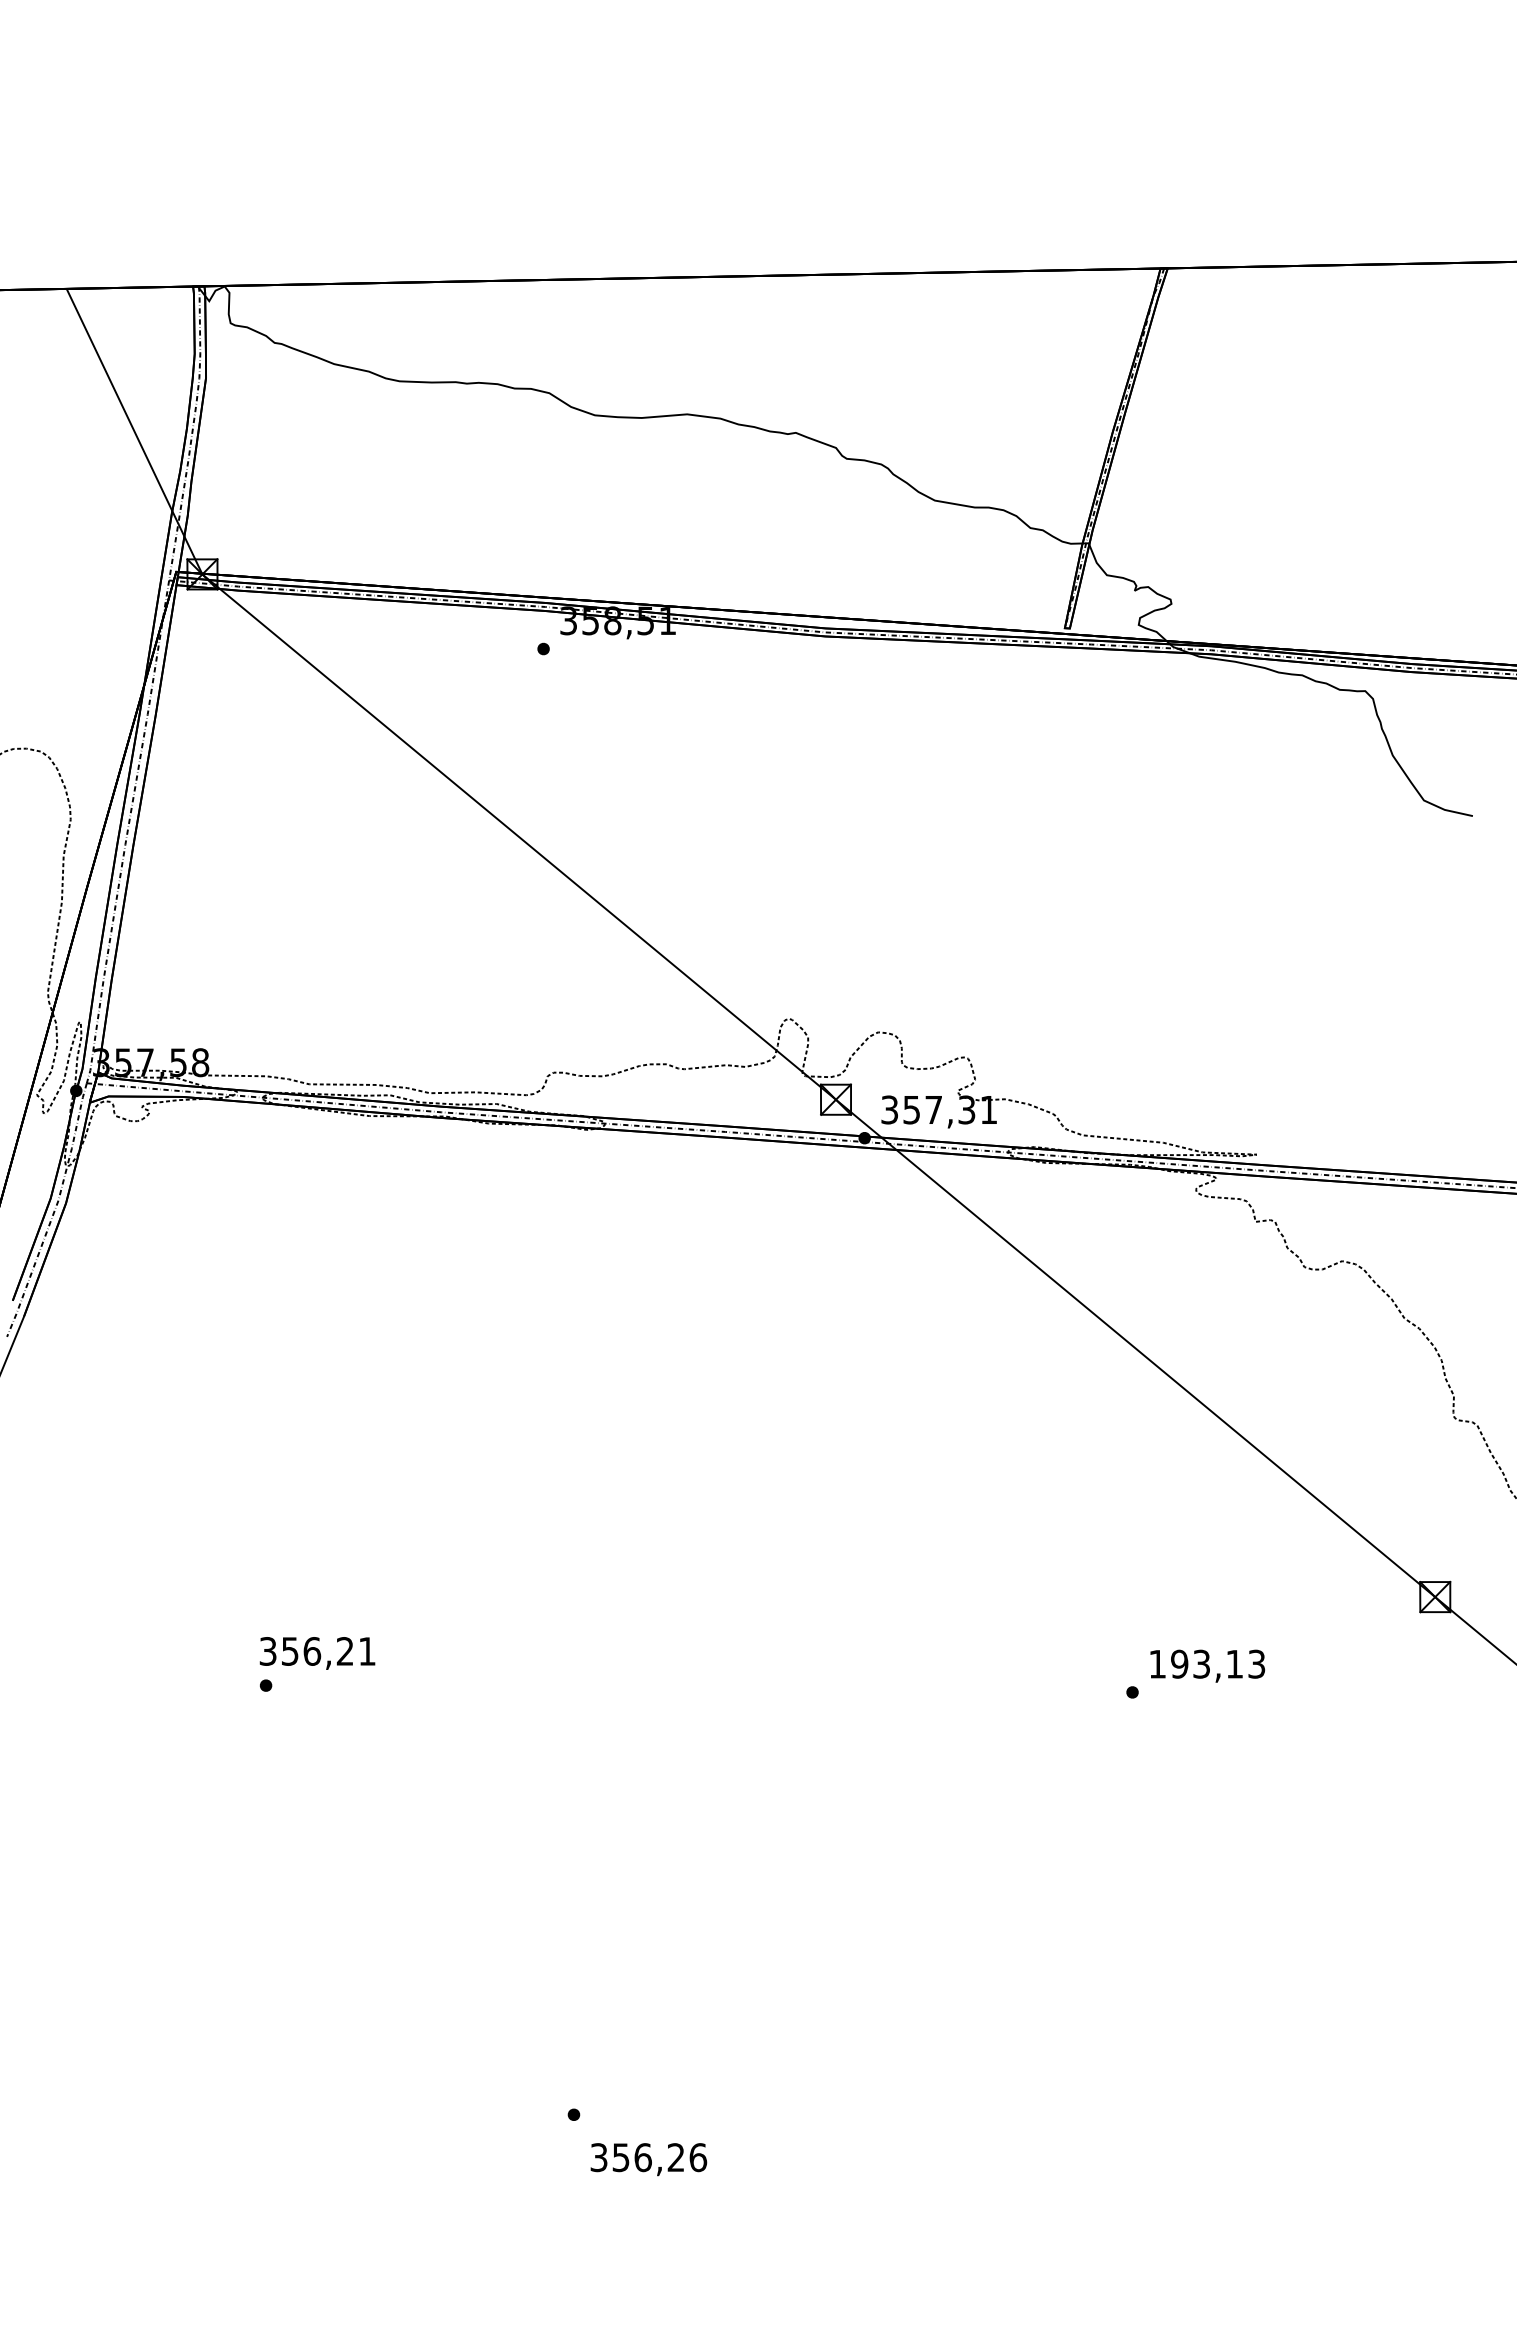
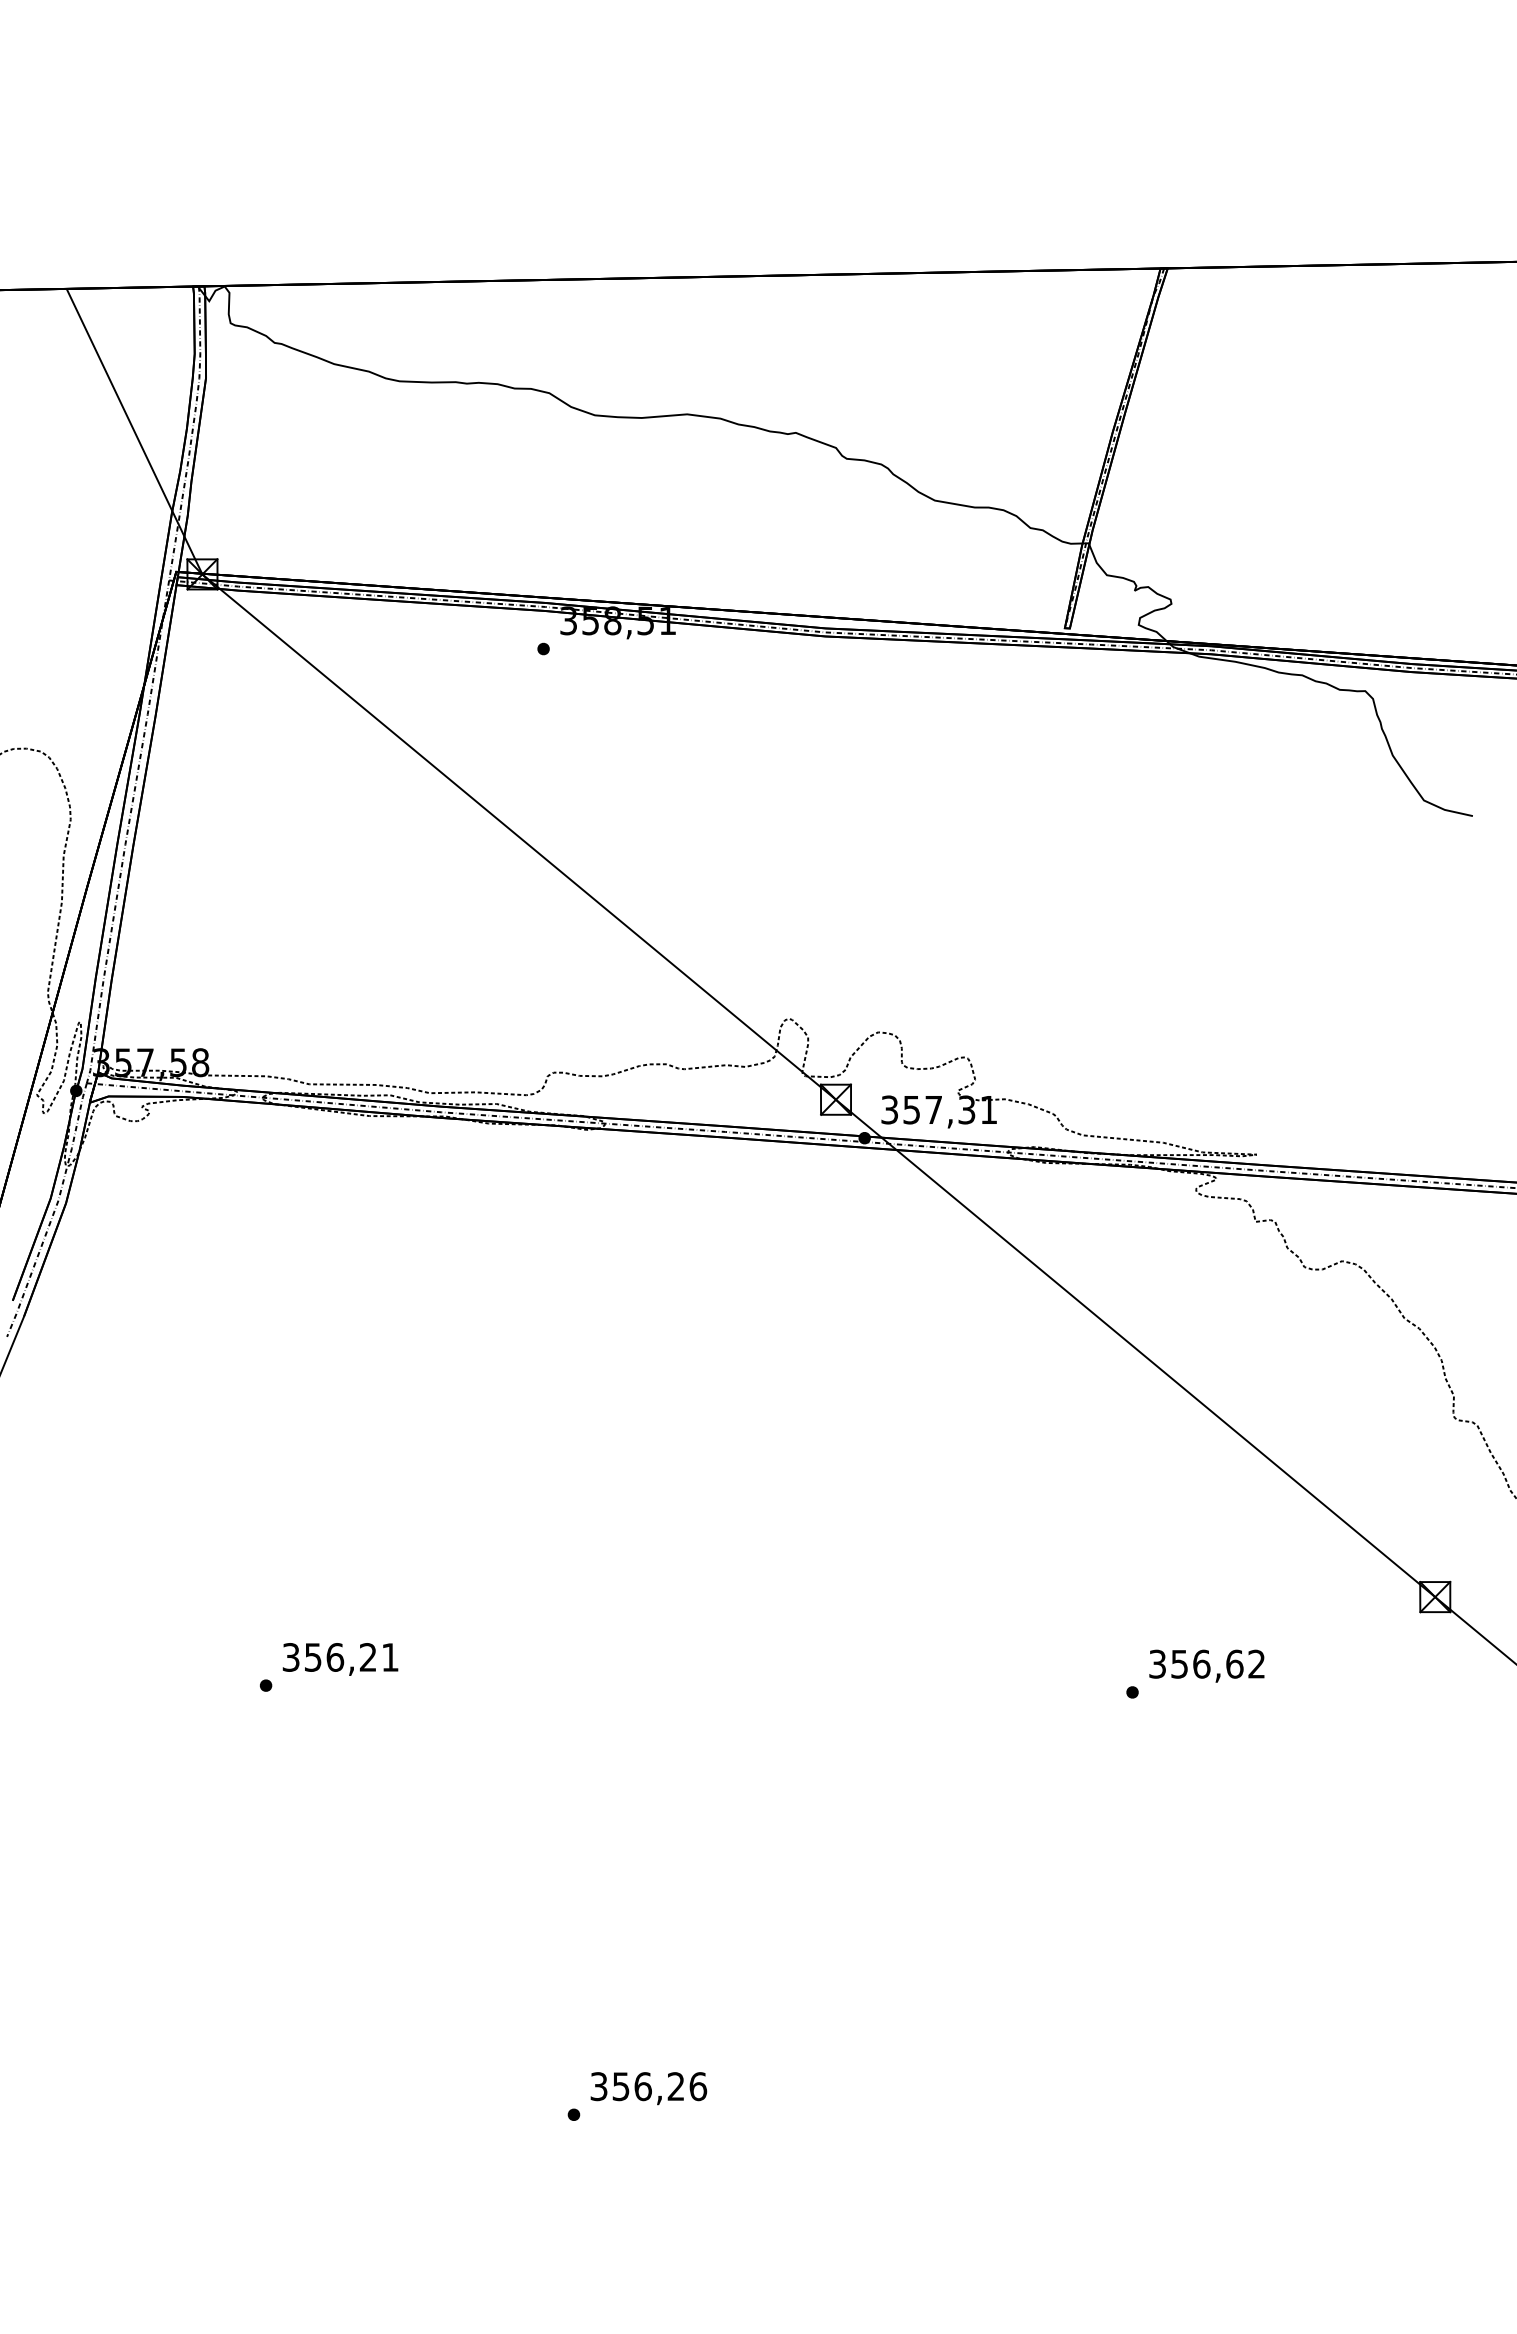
text at (317, 1653) position: (317, 1653) -> (340, 1659)
text at (1207, 1663): 193,13 -> 356,62
text at (648, 2159) position: (648, 2159) -> (648, 2088)
